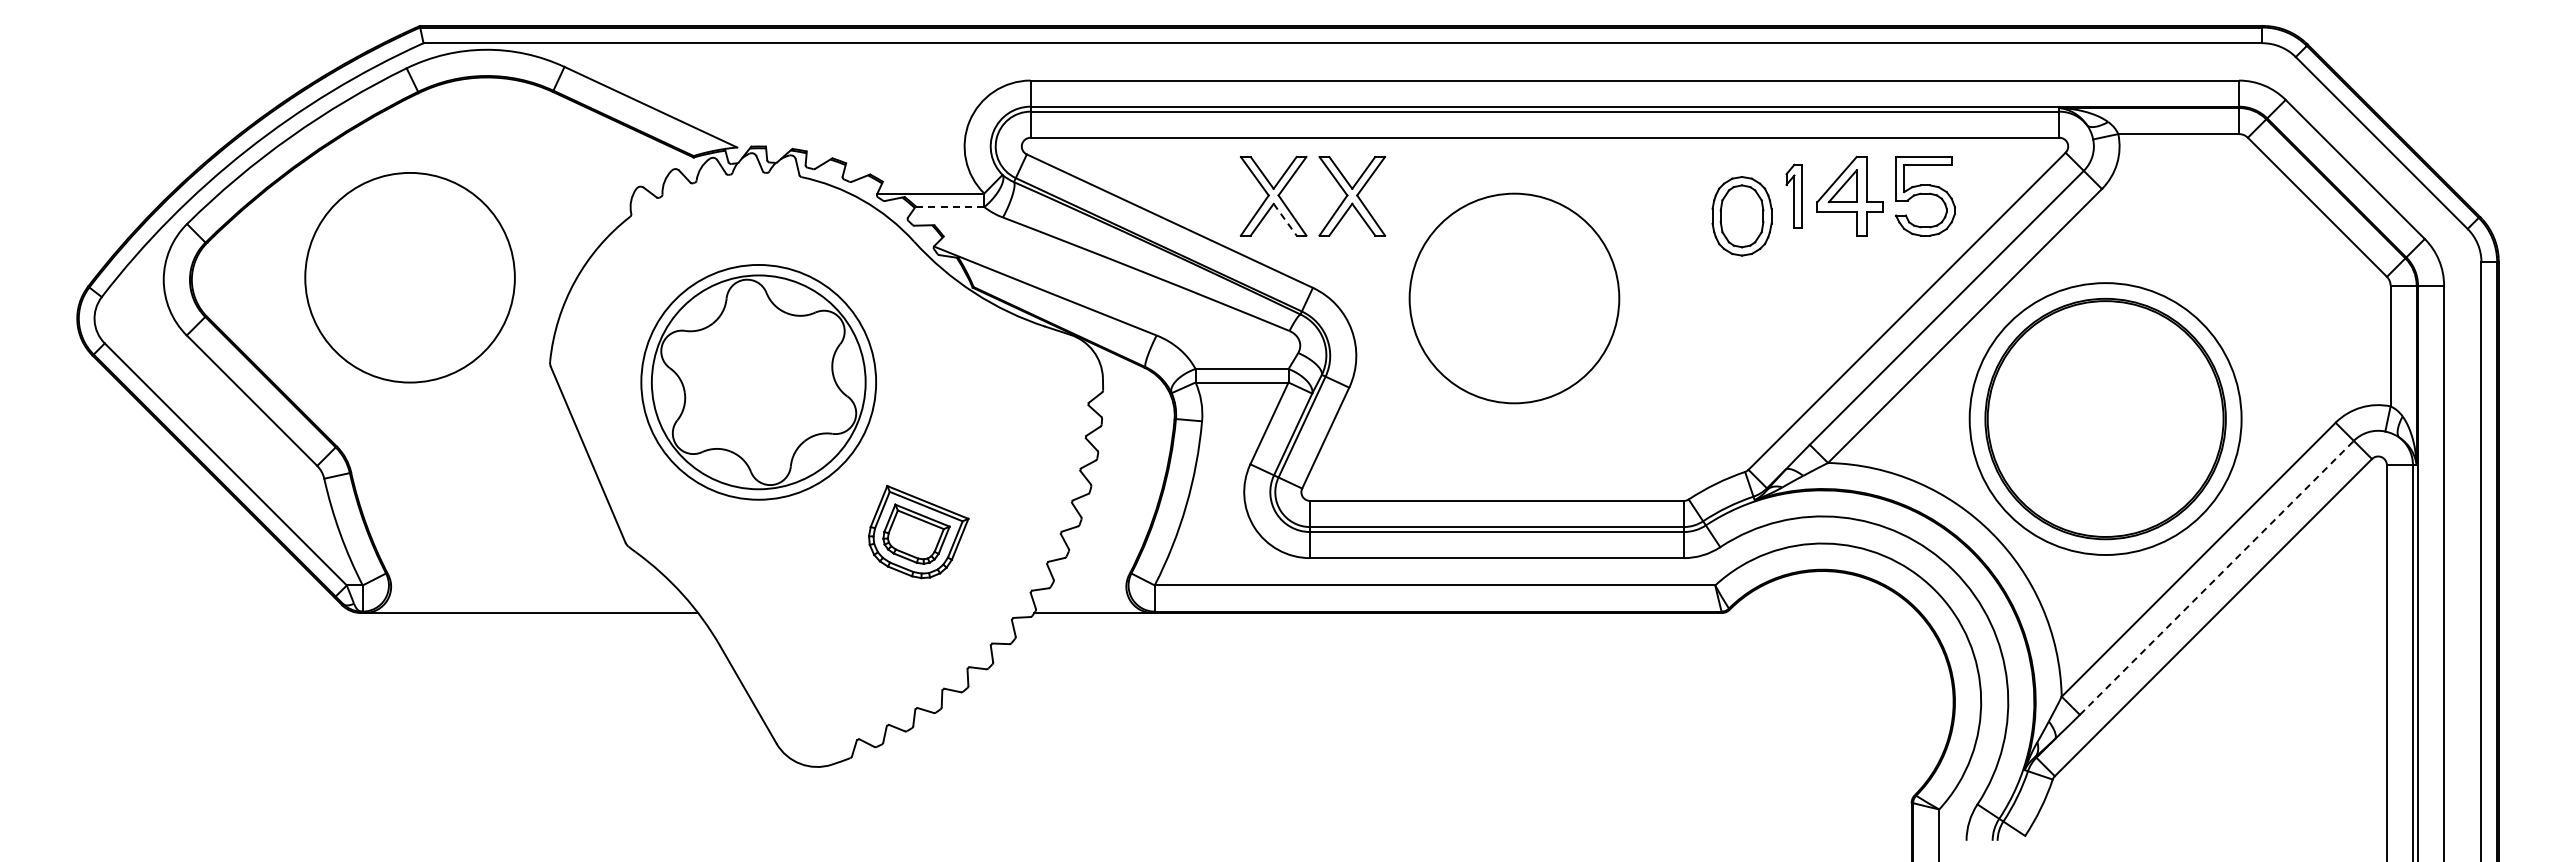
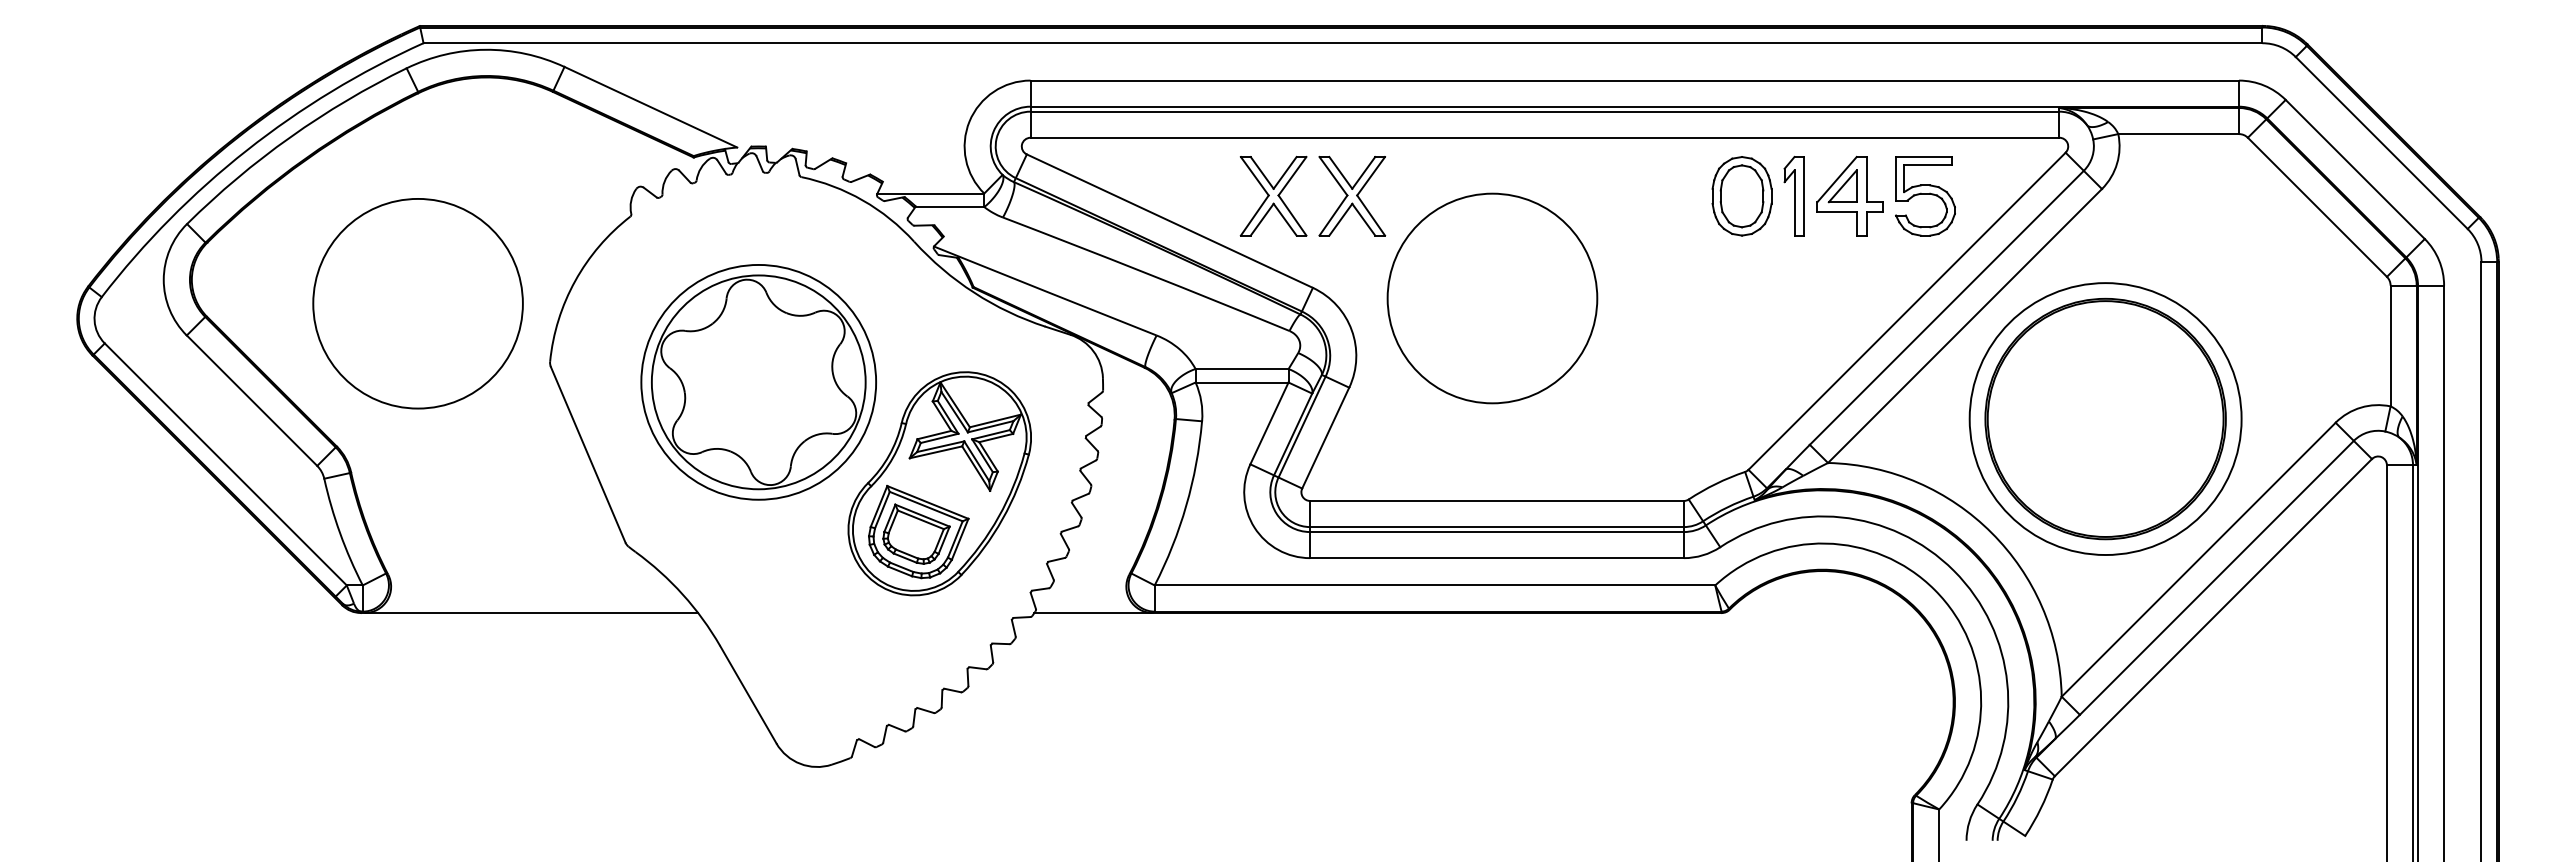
part at (1793, 195) size: 18x66 px -> 22x82 px
line at (949, 207): dashed -> solid
part at (1741, 216) position: (1741, 216) -> (1741, 196)
line at (1285, 219): dashed -> solid
circle at (409, 277) position: (409, 277) -> (417, 303)
circle at (1514, 298) position: (1514, 298) -> (1492, 298)
part at (939, 483): none -> present
line at (2216, 577): dashed -> solid
